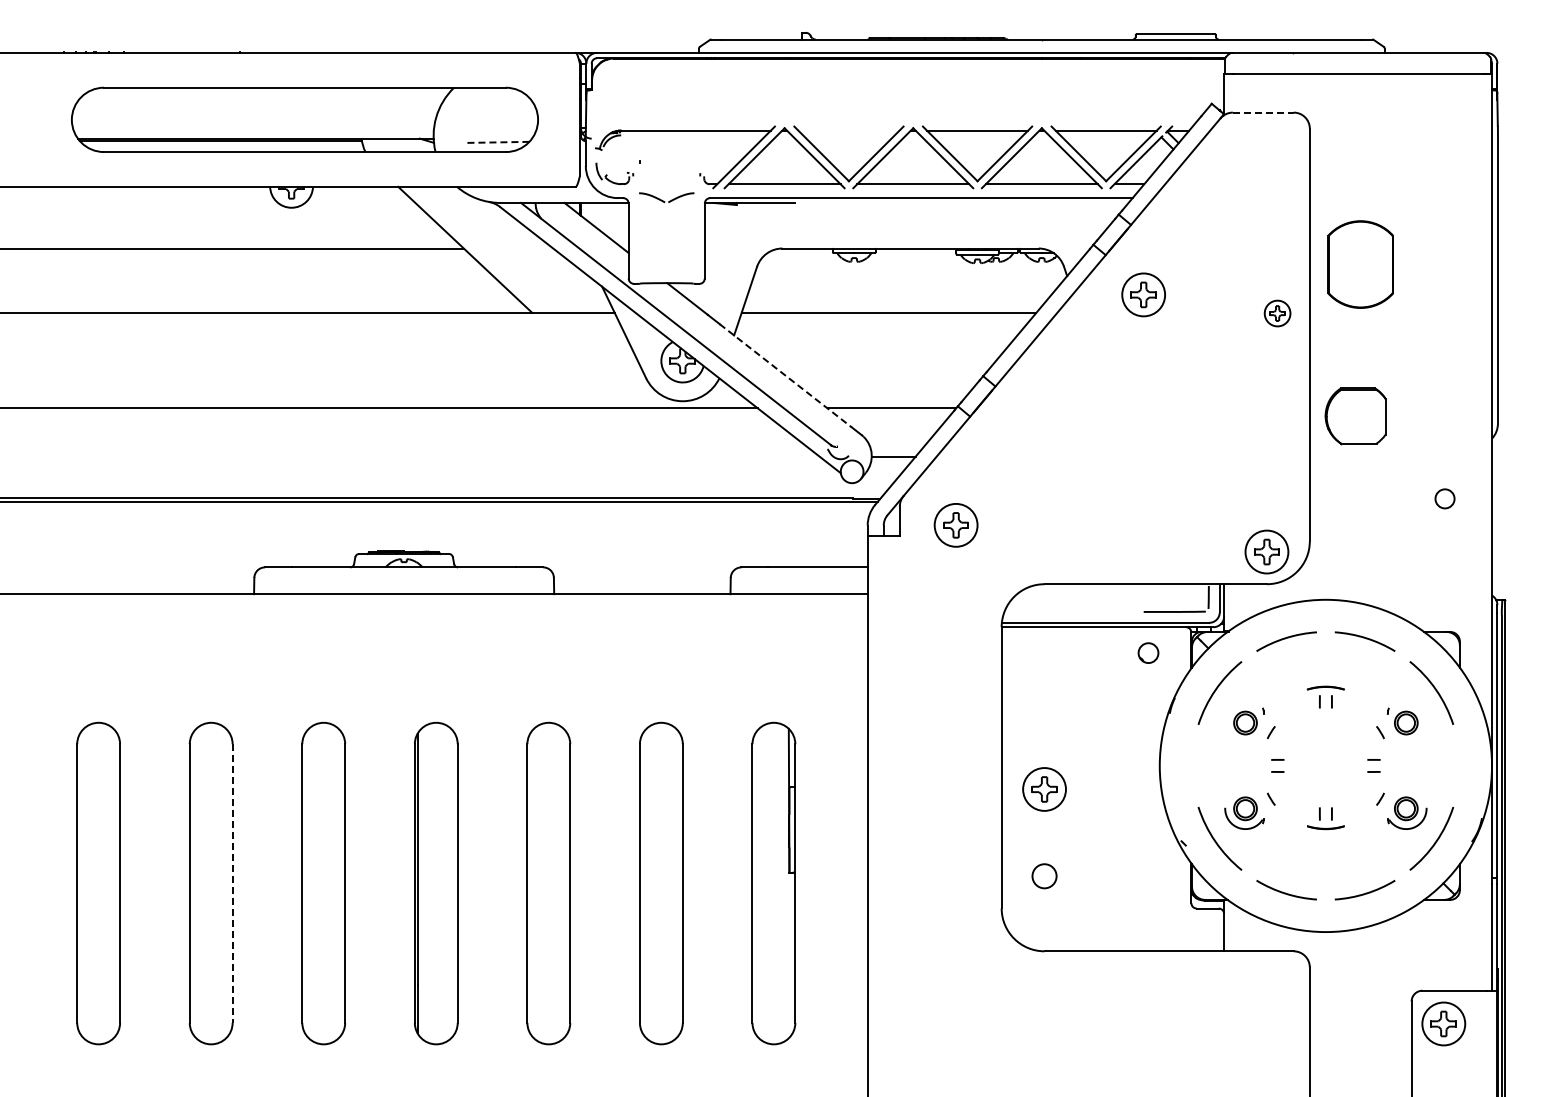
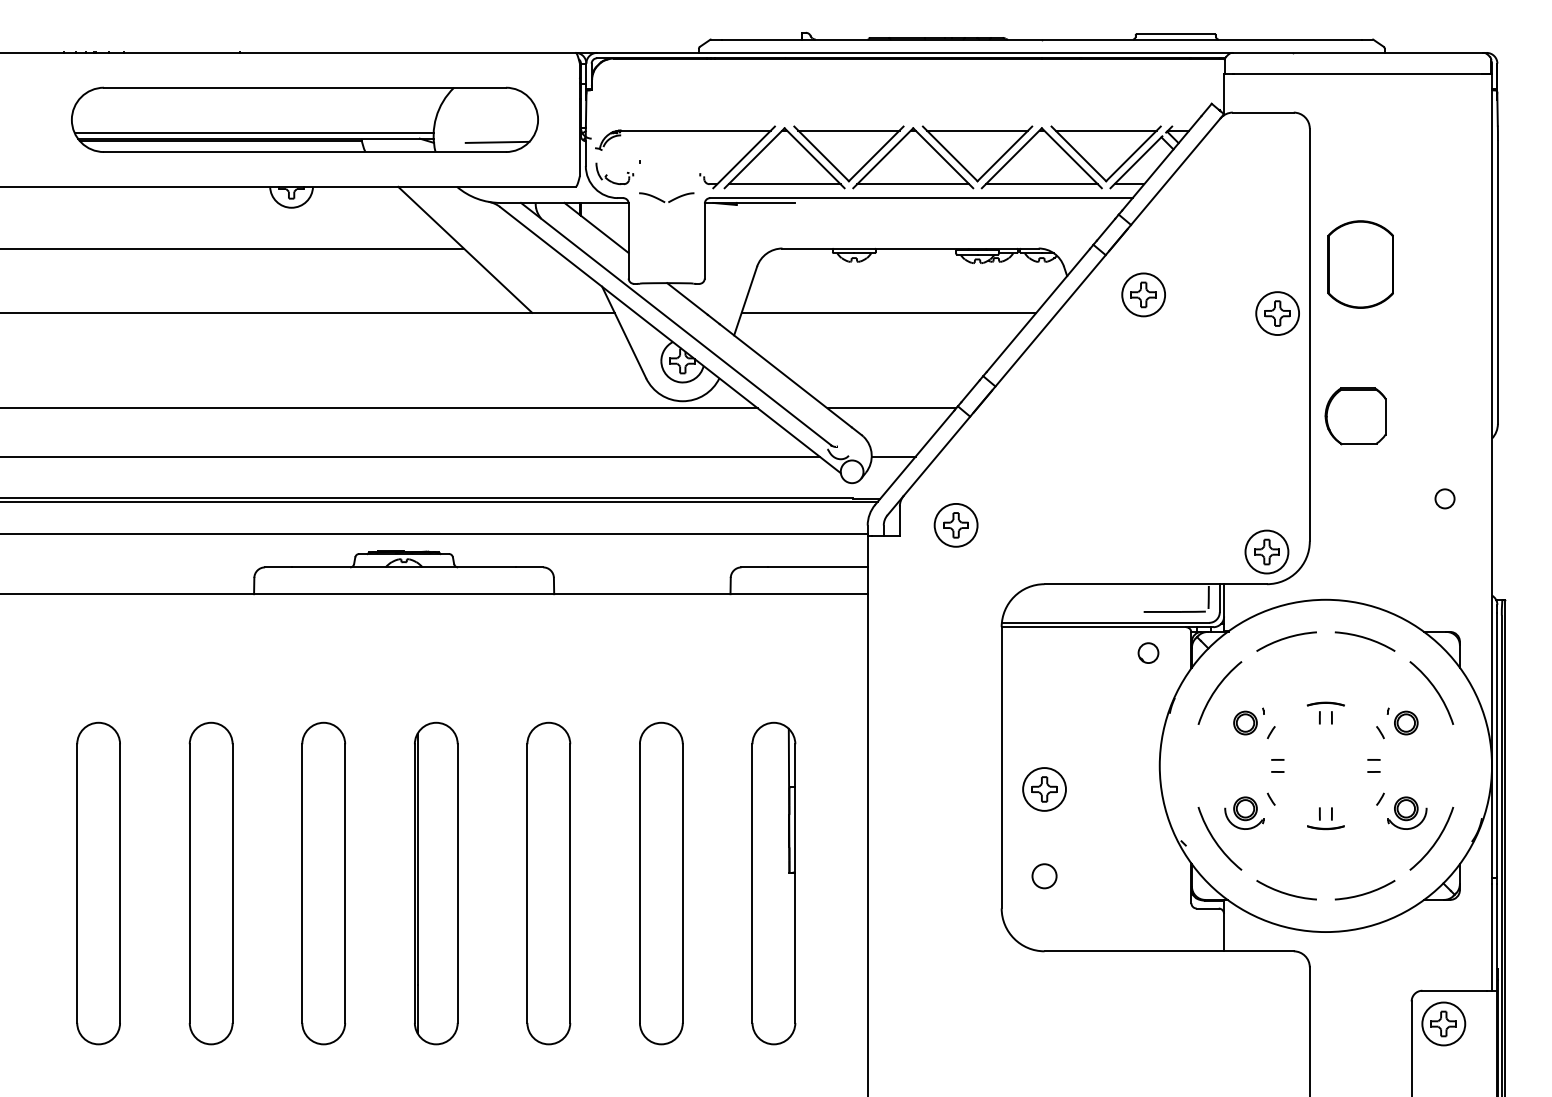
line at (1263, 112): dashed -> solid
line at (848, 130): none -> present
line at (253, 133): none -> present
line at (497, 142): dashed -> solid
part at (1277, 313) size: 29x29 px -> 45x45 px
line at (785, 375): dashed -> solid
line at (410, 456): none -> present
line at (434, 533): none -> present
part at (1325, 696) position: (1325, 696) -> (1325, 712)
line at (232, 884): dashed -> solid
